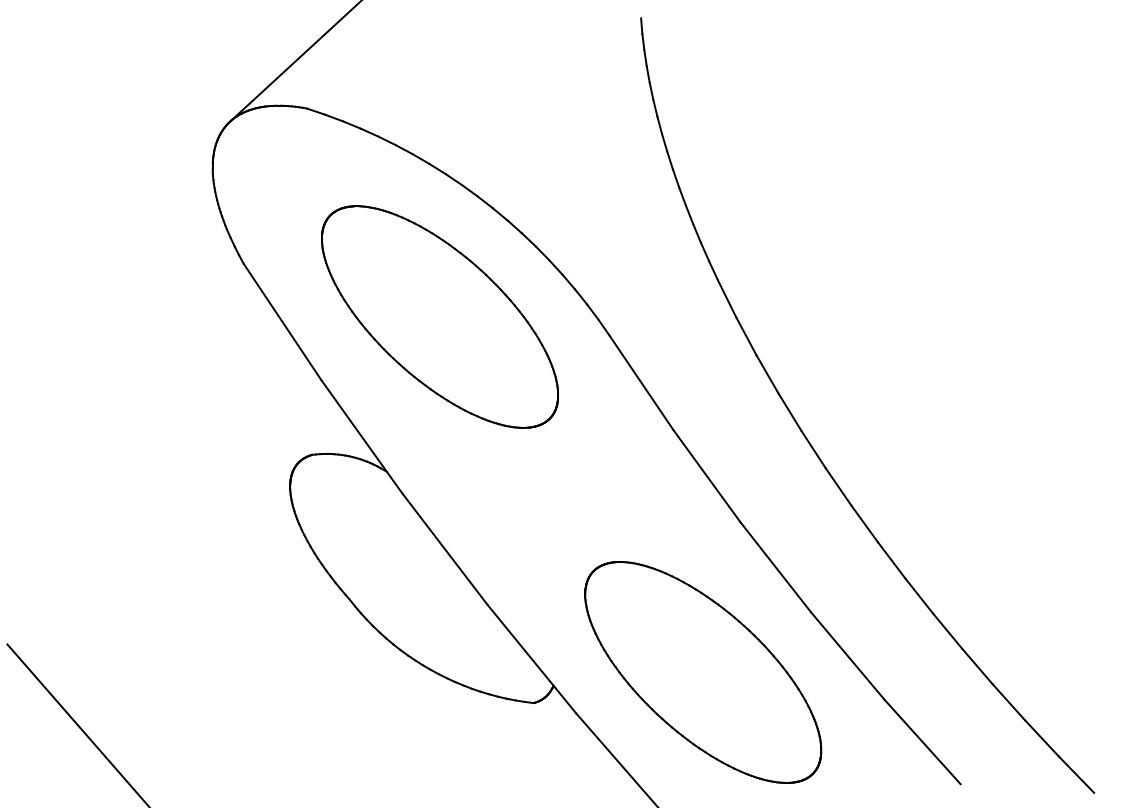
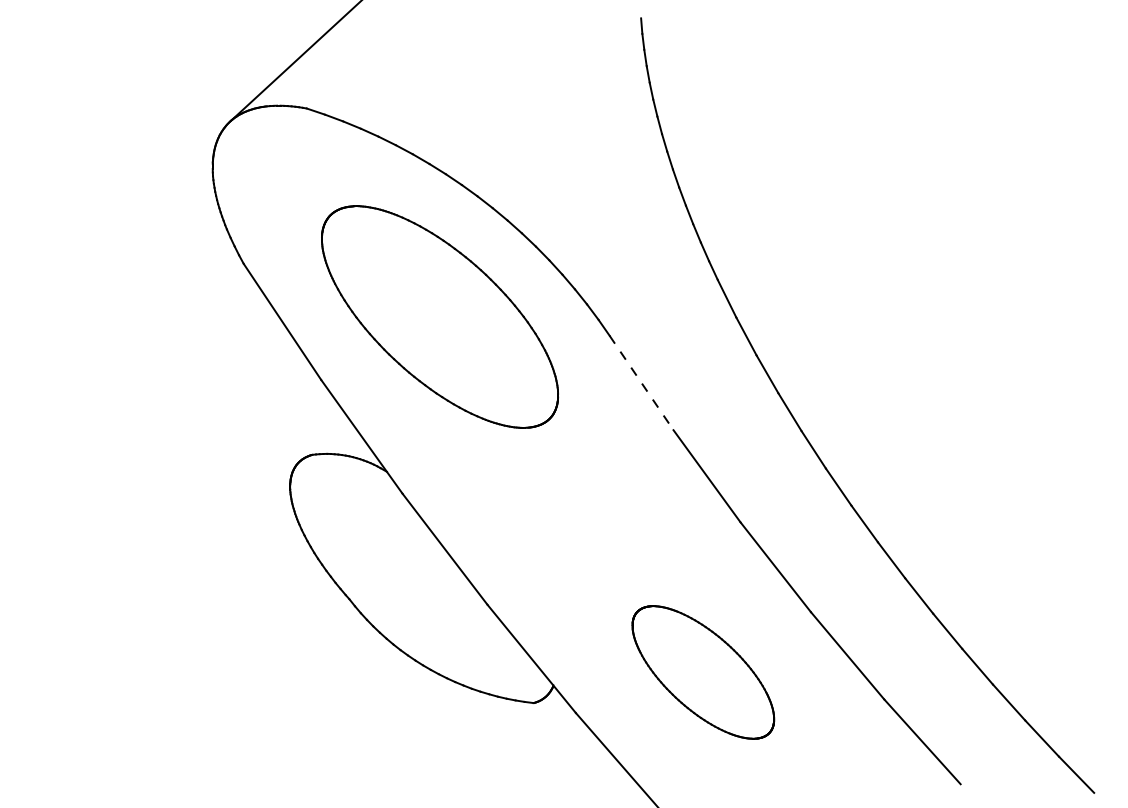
line at (641, 383): solid -> dashed
part at (703, 672) size: 239x223 px -> 145x135 px
line at (77, 724): present -> none
